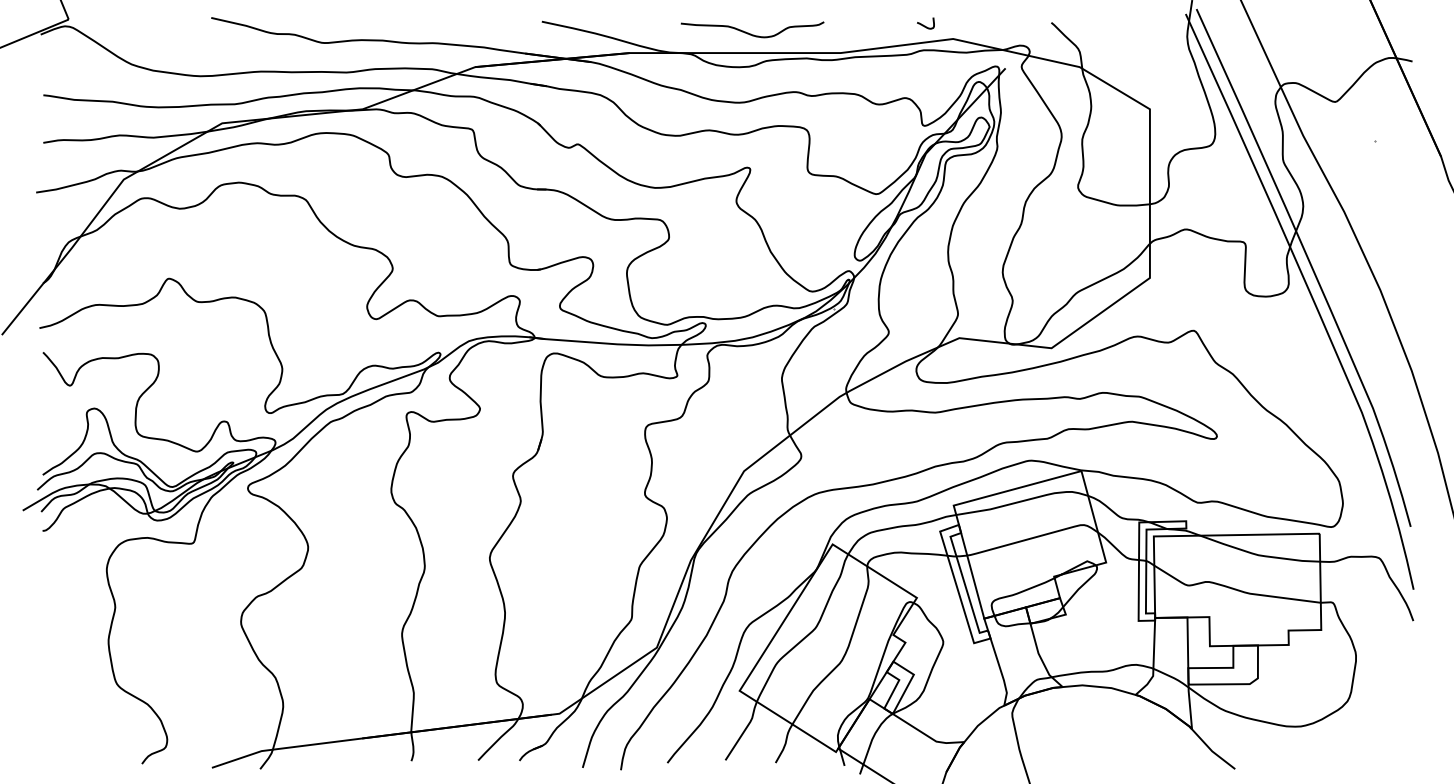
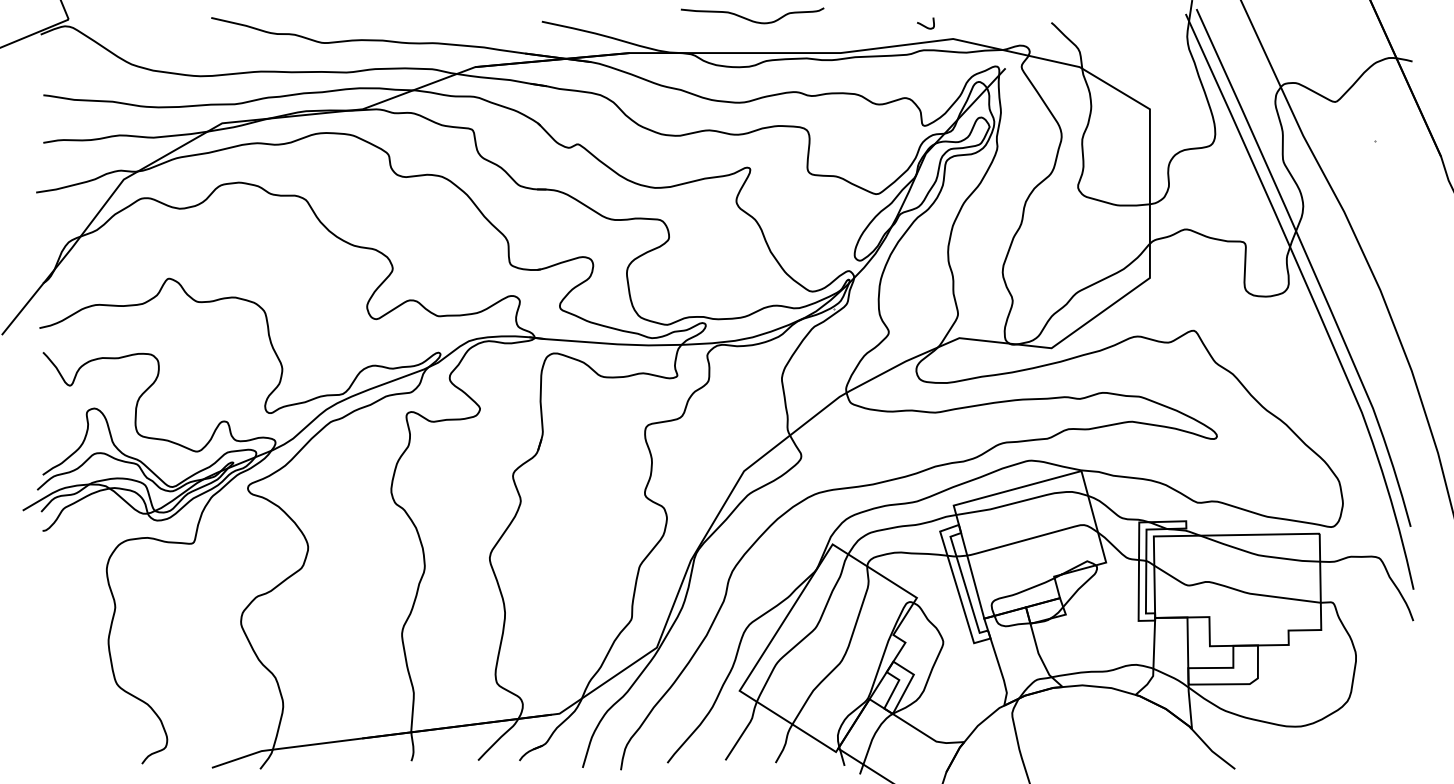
curve at (751, 33) position: (751, 33) -> (751, 19)
